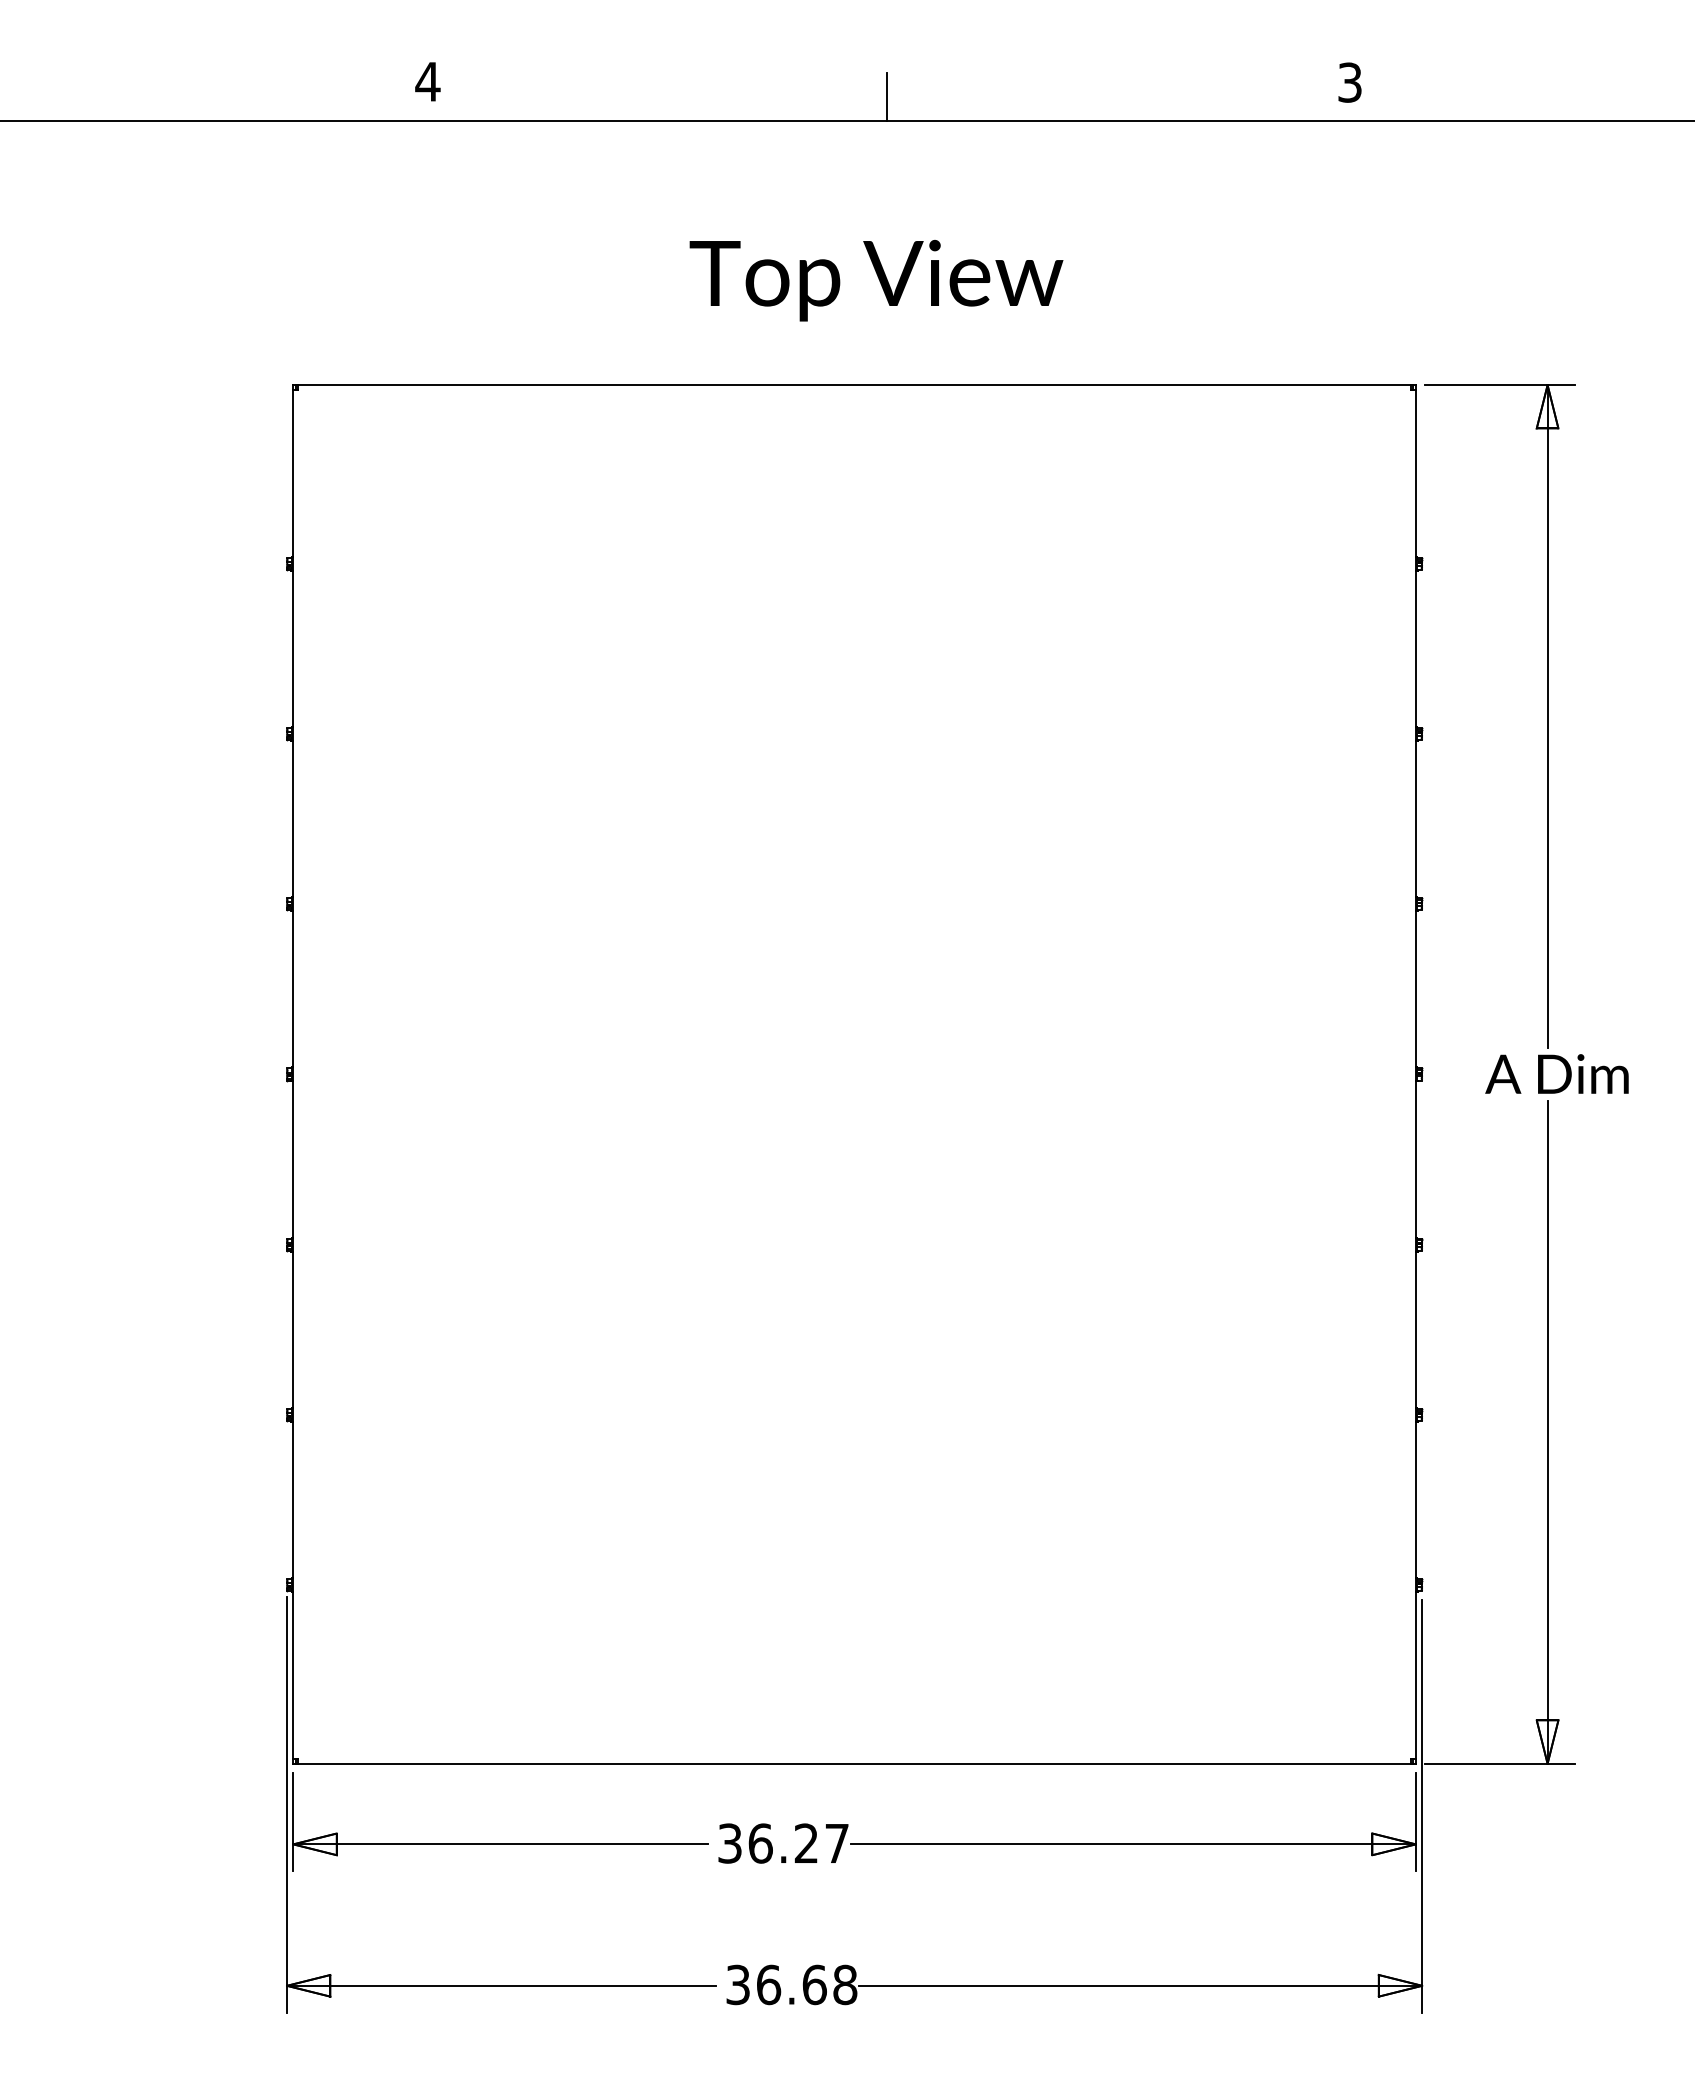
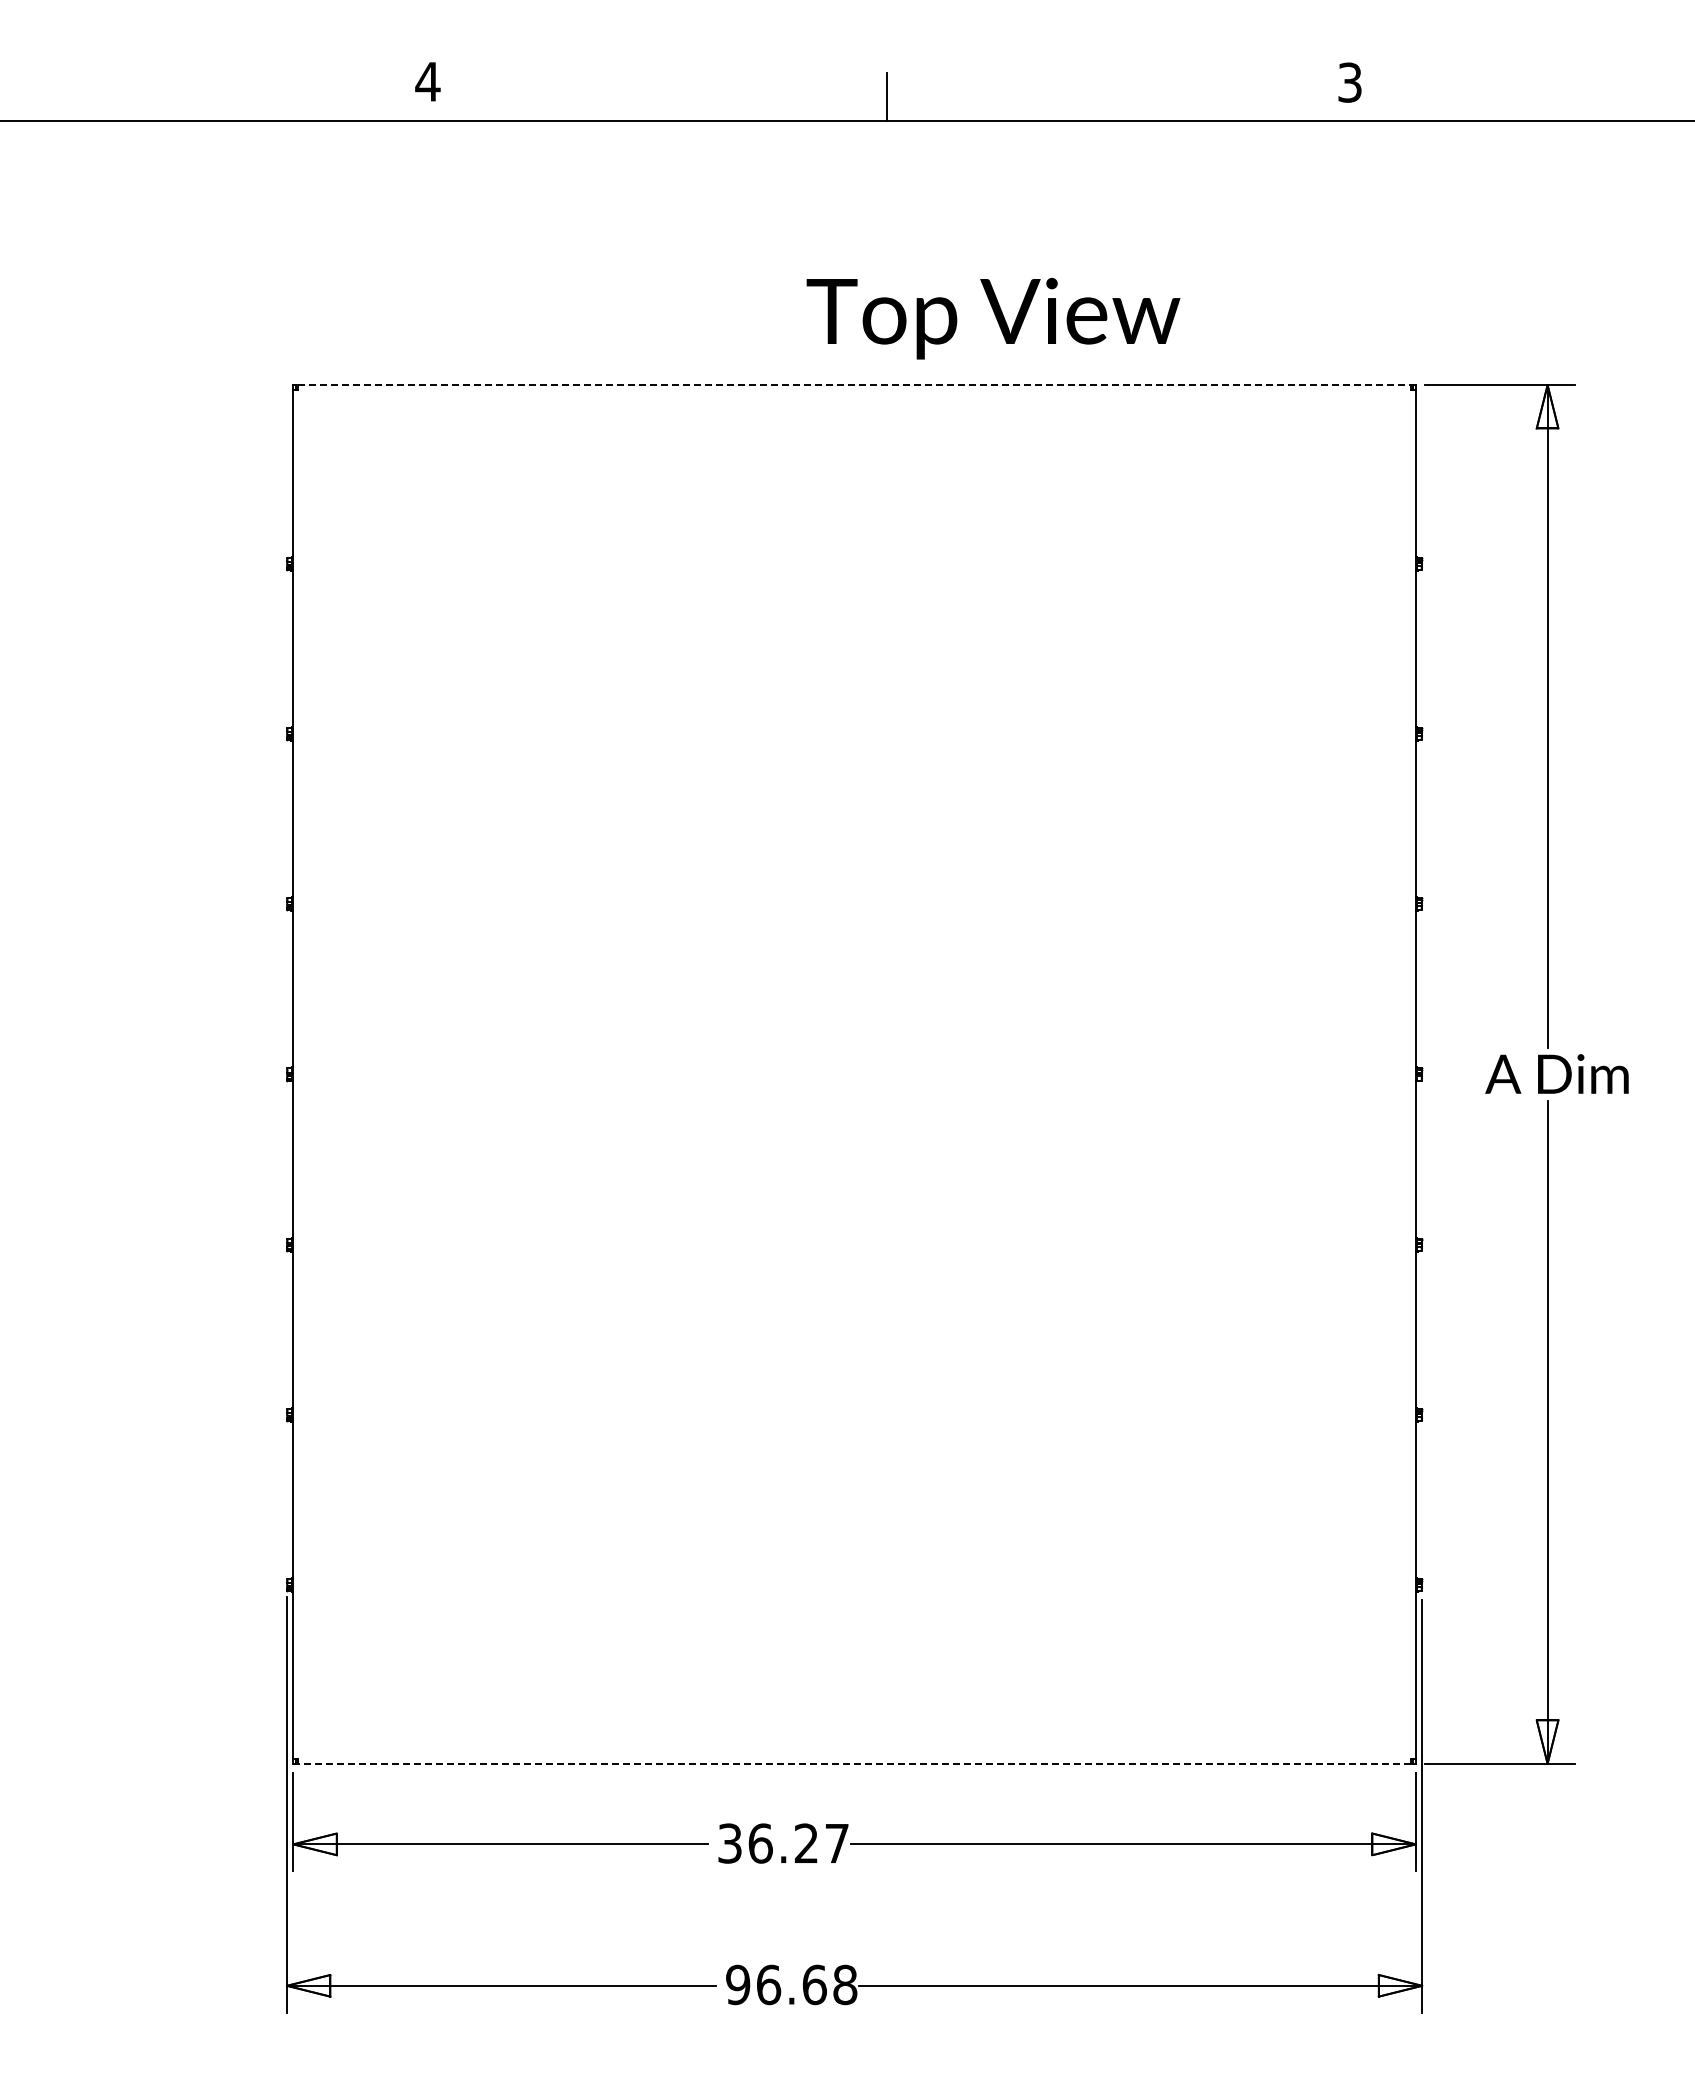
text at (876, 280) position: (876, 280) -> (993, 318)
line at (854, 385): solid -> dashed
line at (854, 1763): solid -> dashed
text at (738, 1984): 36.68 -> 96.68
